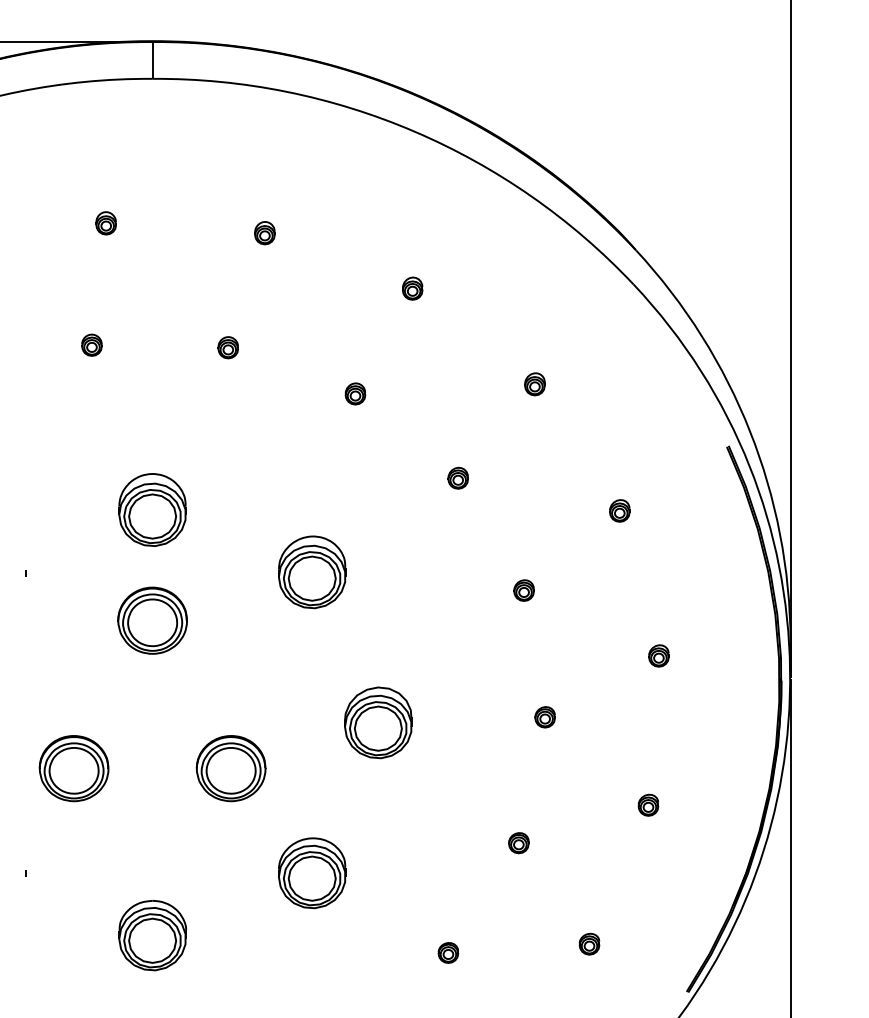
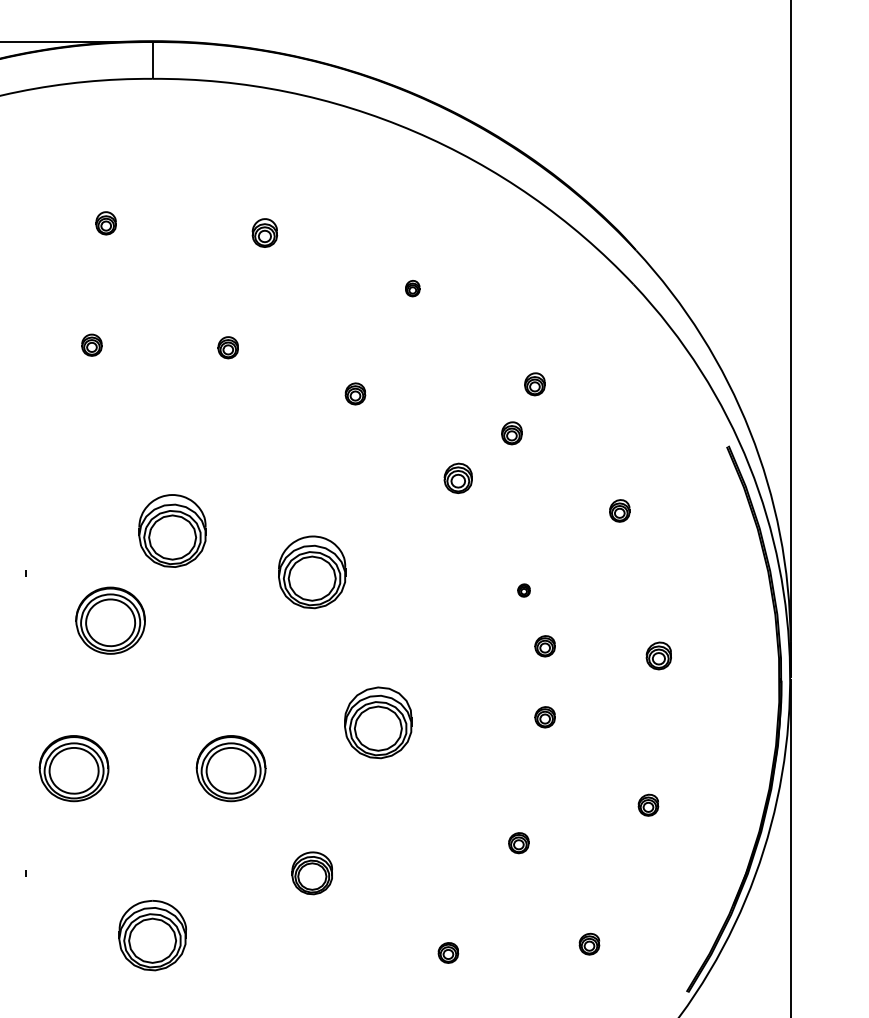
part at (264, 233) size: 22x25 px -> 28x30 px
part at (412, 288) size: 22x25 px -> 16x18 px
part at (511, 433): none -> present
part at (457, 477) size: 22x24 px -> 30x32 px
part at (152, 509) position: (152, 509) -> (172, 530)
part at (523, 590) size: 22x23 px -> 14x15 px
part at (152, 620) position: (152, 620) -> (110, 620)
part at (544, 646): none -> present
part at (658, 655) size: 22x24 px -> 27x30 px
part at (312, 873) size: 69x73 px -> 42x45 px
